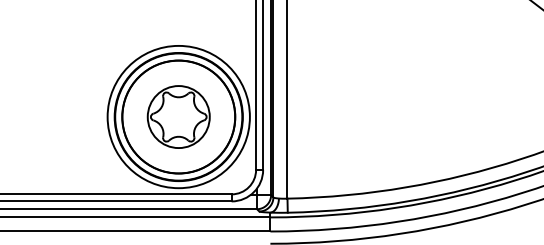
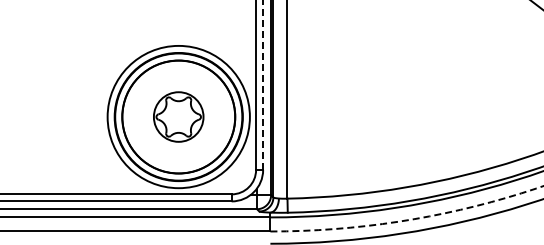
line at (263, 85): solid -> dashed
part at (178, 116) size: 65x64 px -> 52x52 px
arc at (408, 220): solid -> dashed
